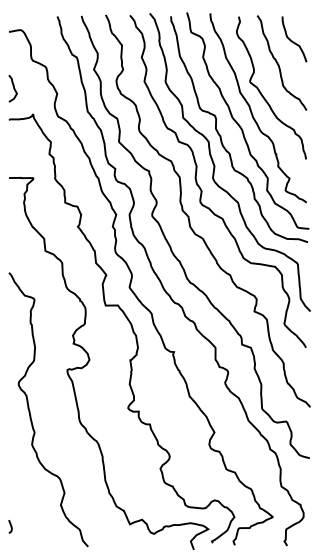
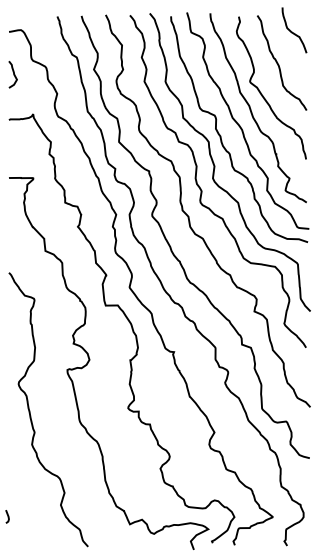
curve at (292, 40) position: (292, 40) -> (292, 31)
curve at (13, 88) position: (13, 88) -> (13, 74)
line at (10, 526) position: (10, 526) -> (7, 516)
